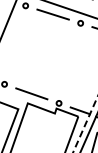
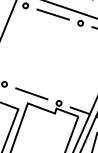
line at (85, 123): dashed -> solid
